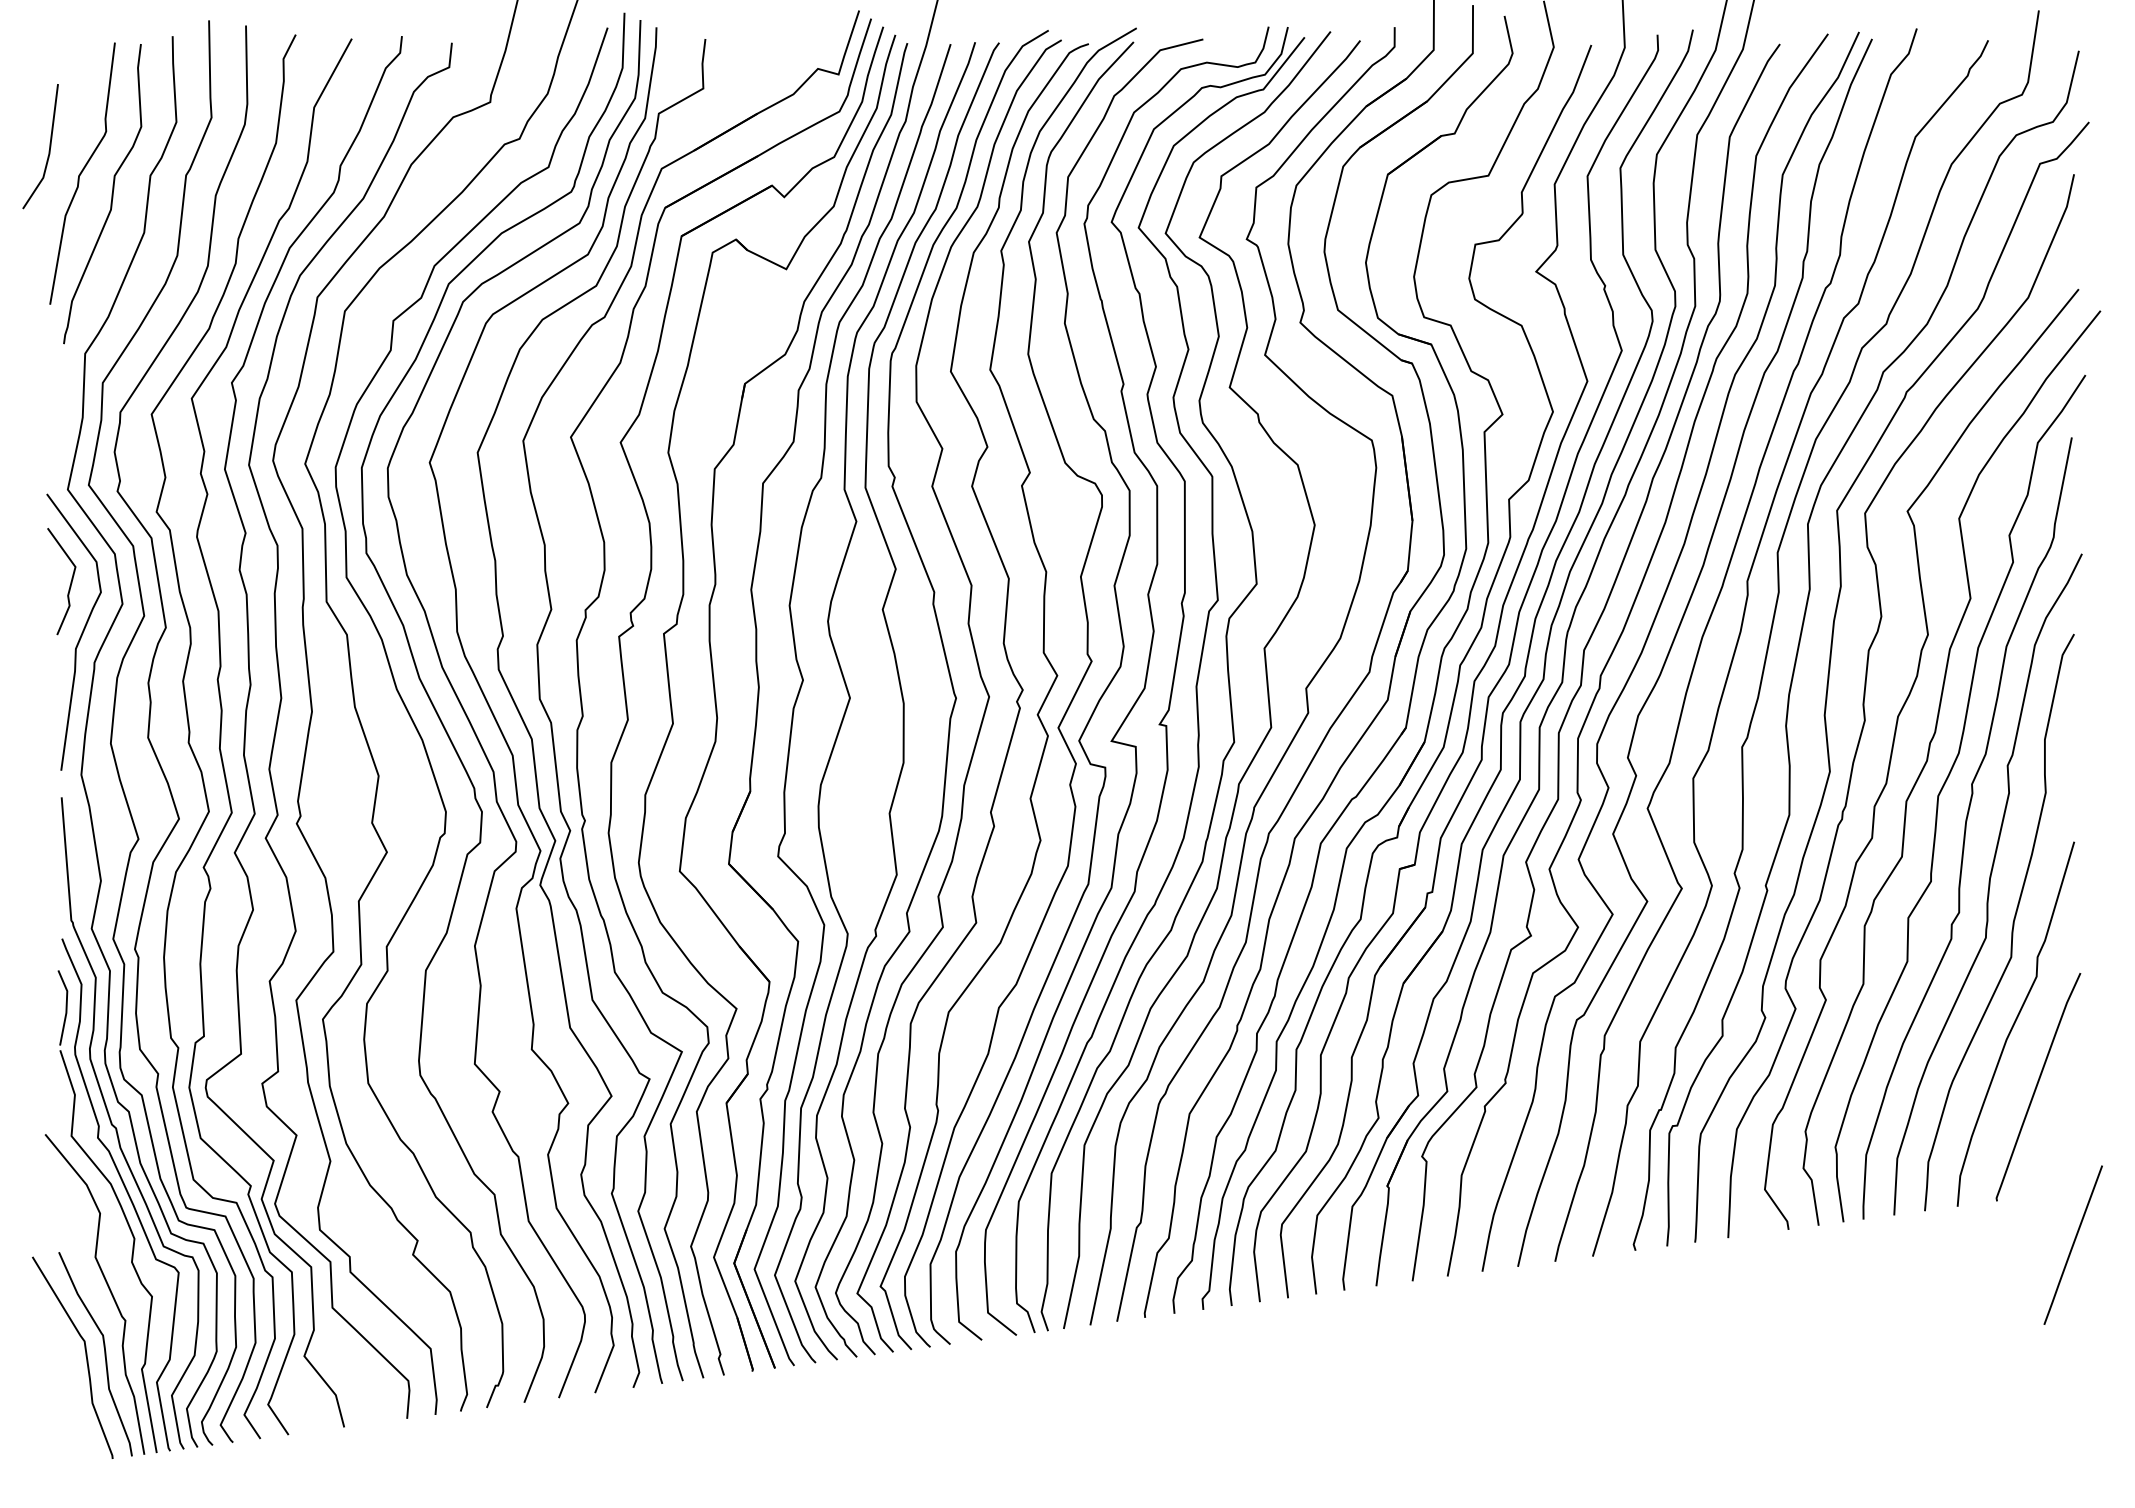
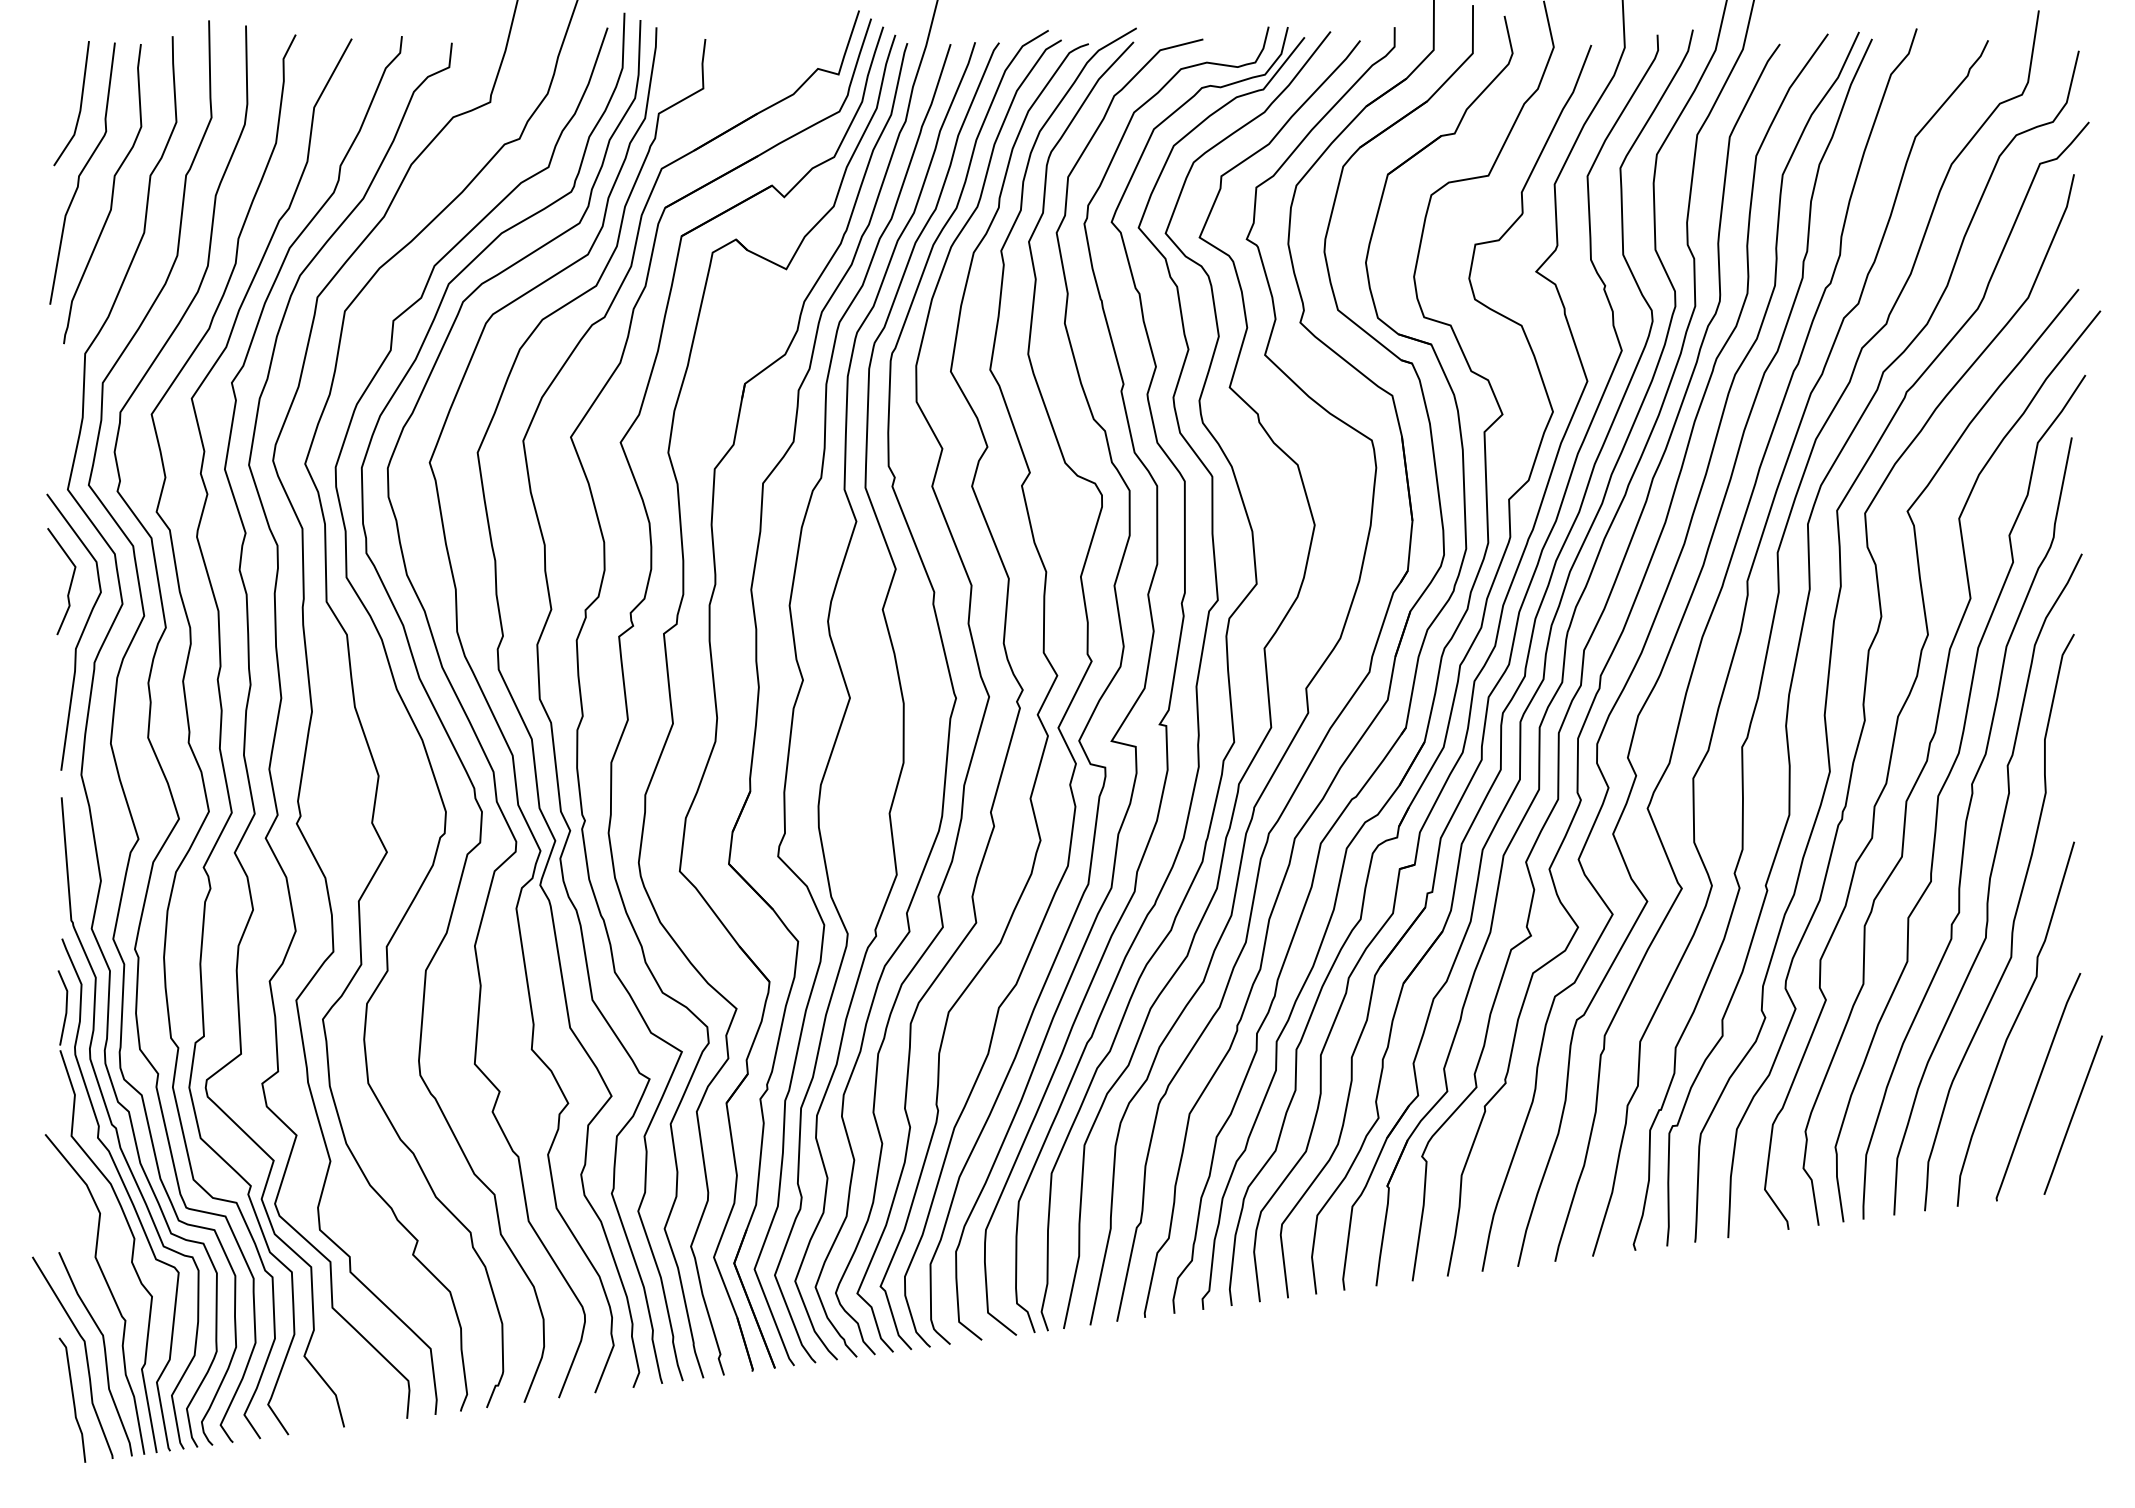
line at (48, 150) position: (48, 150) -> (79, 107)
line at (2072, 1244) position: (2072, 1244) -> (2072, 1114)
curve at (72, 1399): none -> present
